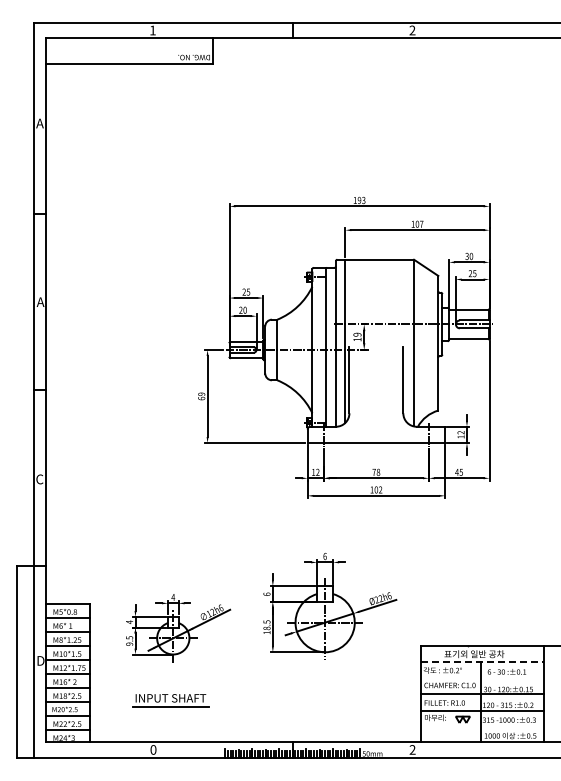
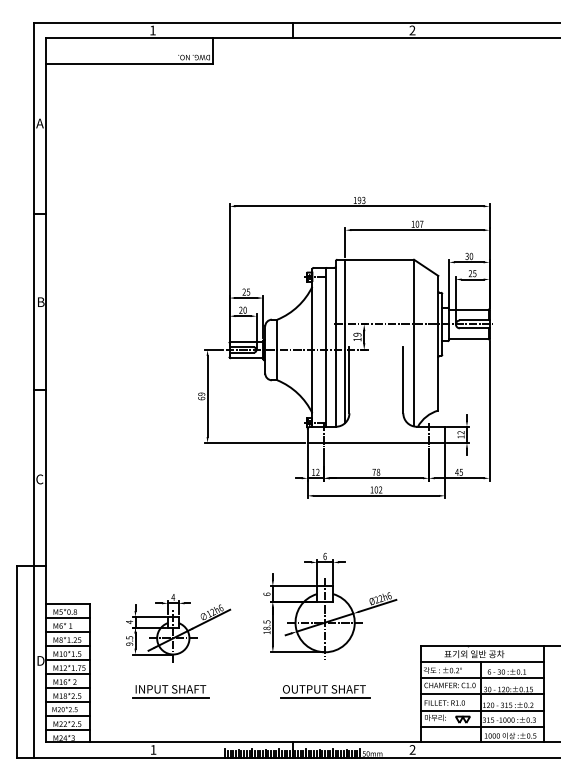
text at (40, 301): A -> B
line at (482, 661): dashed -> solid
line at (482, 678): none -> present
part at (325, 691): none -> present
part at (170, 700) position: (170, 700) -> (170, 691)
line at (482, 726): none -> present
text at (153, 749): 0 -> 1
